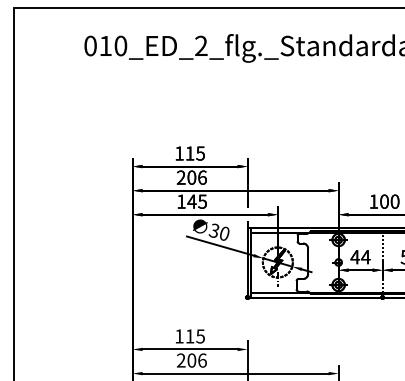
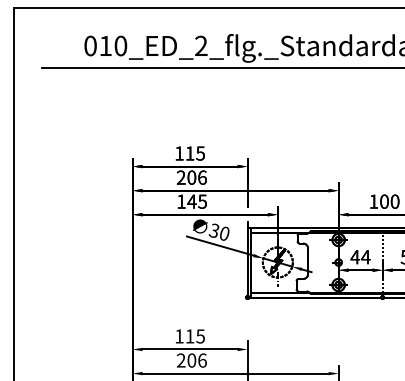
line at (221, 68): none -> present
